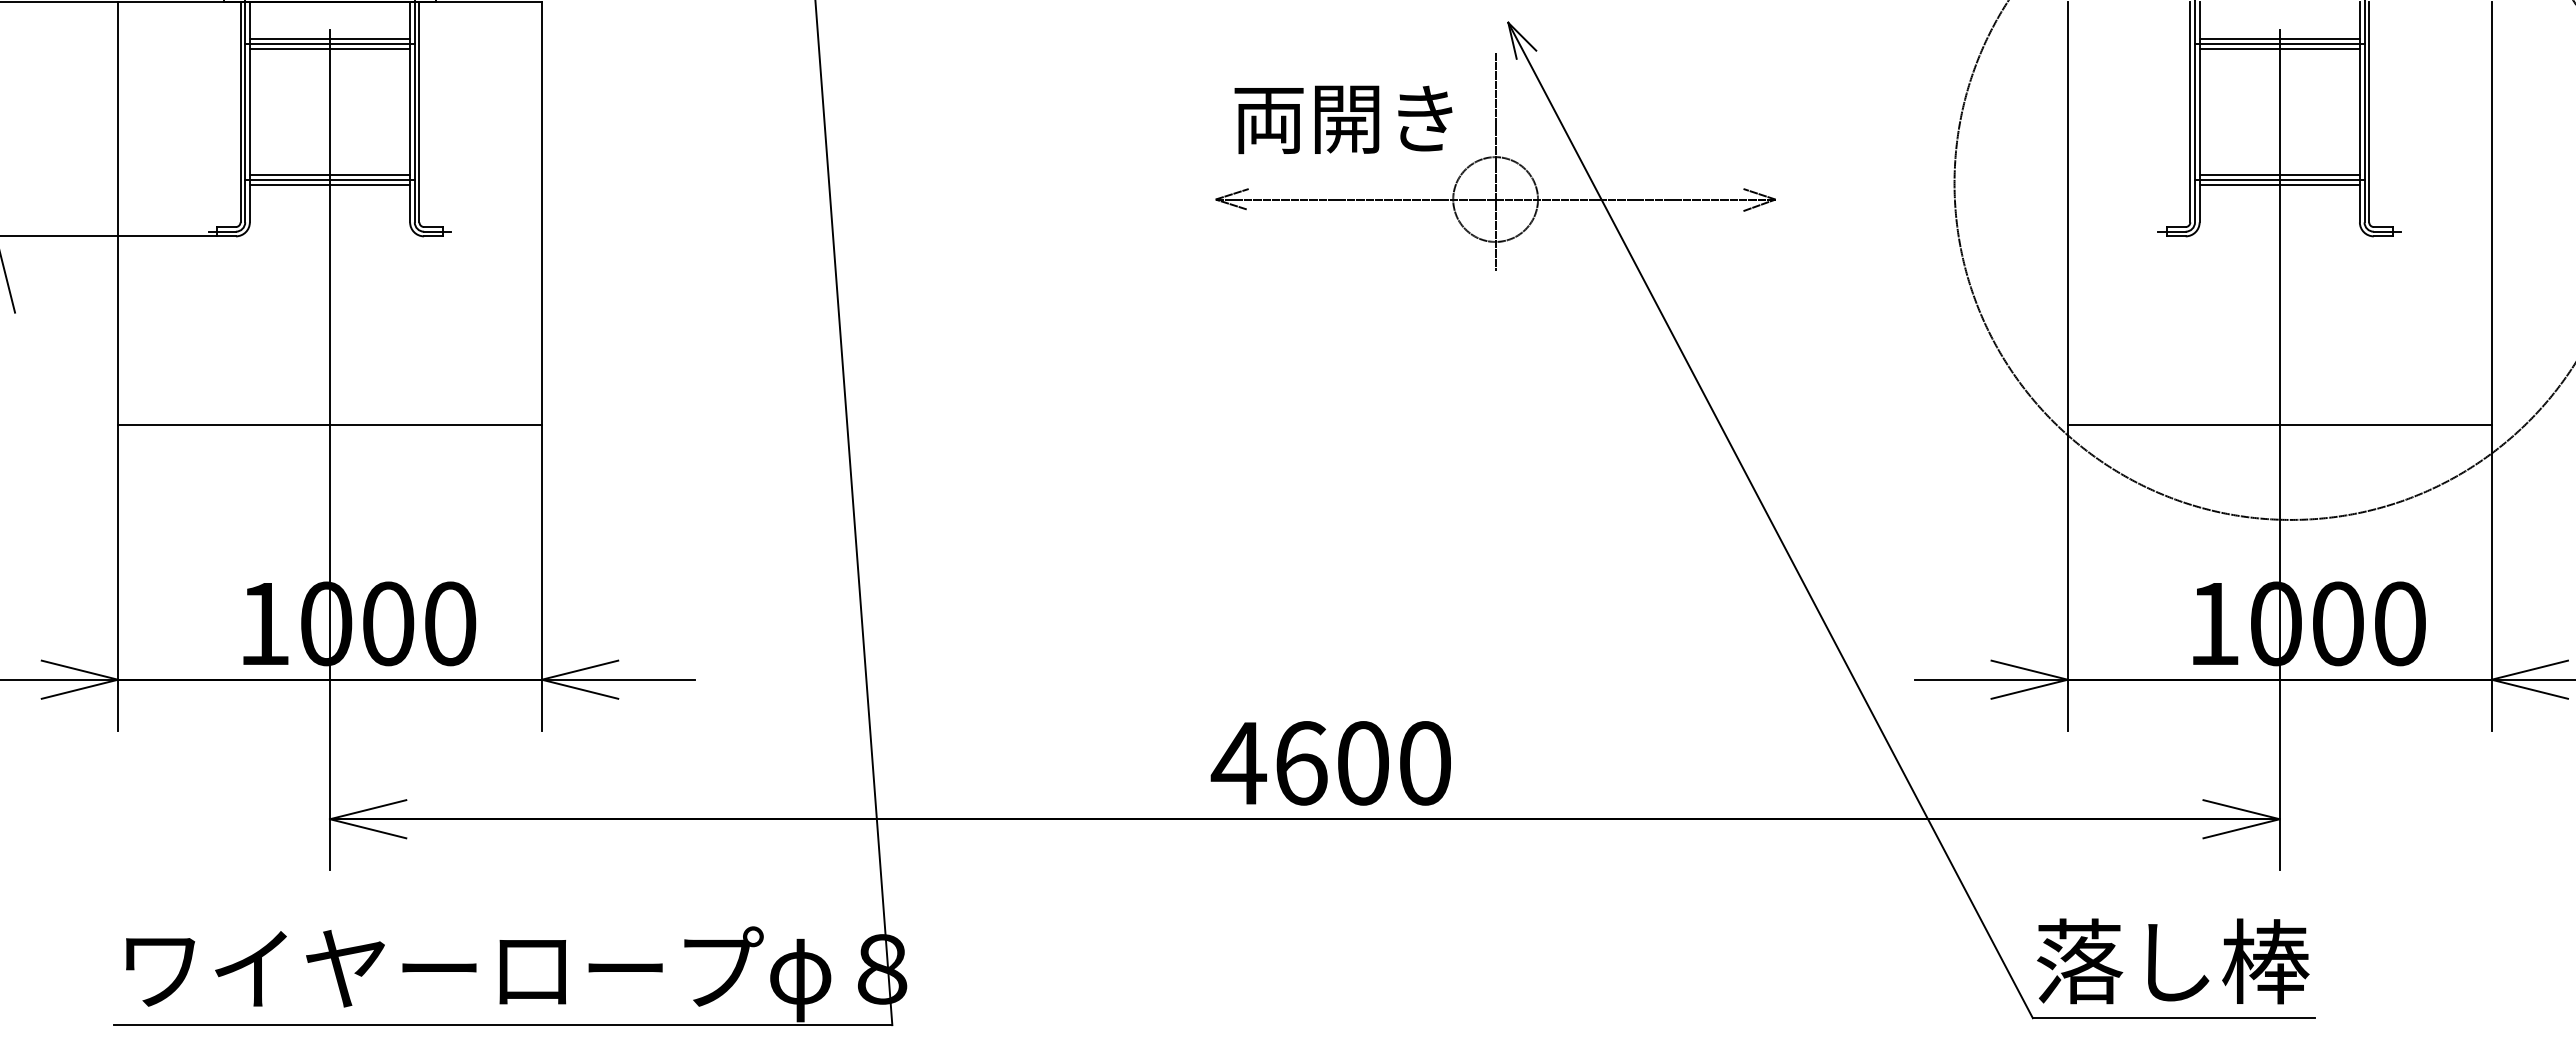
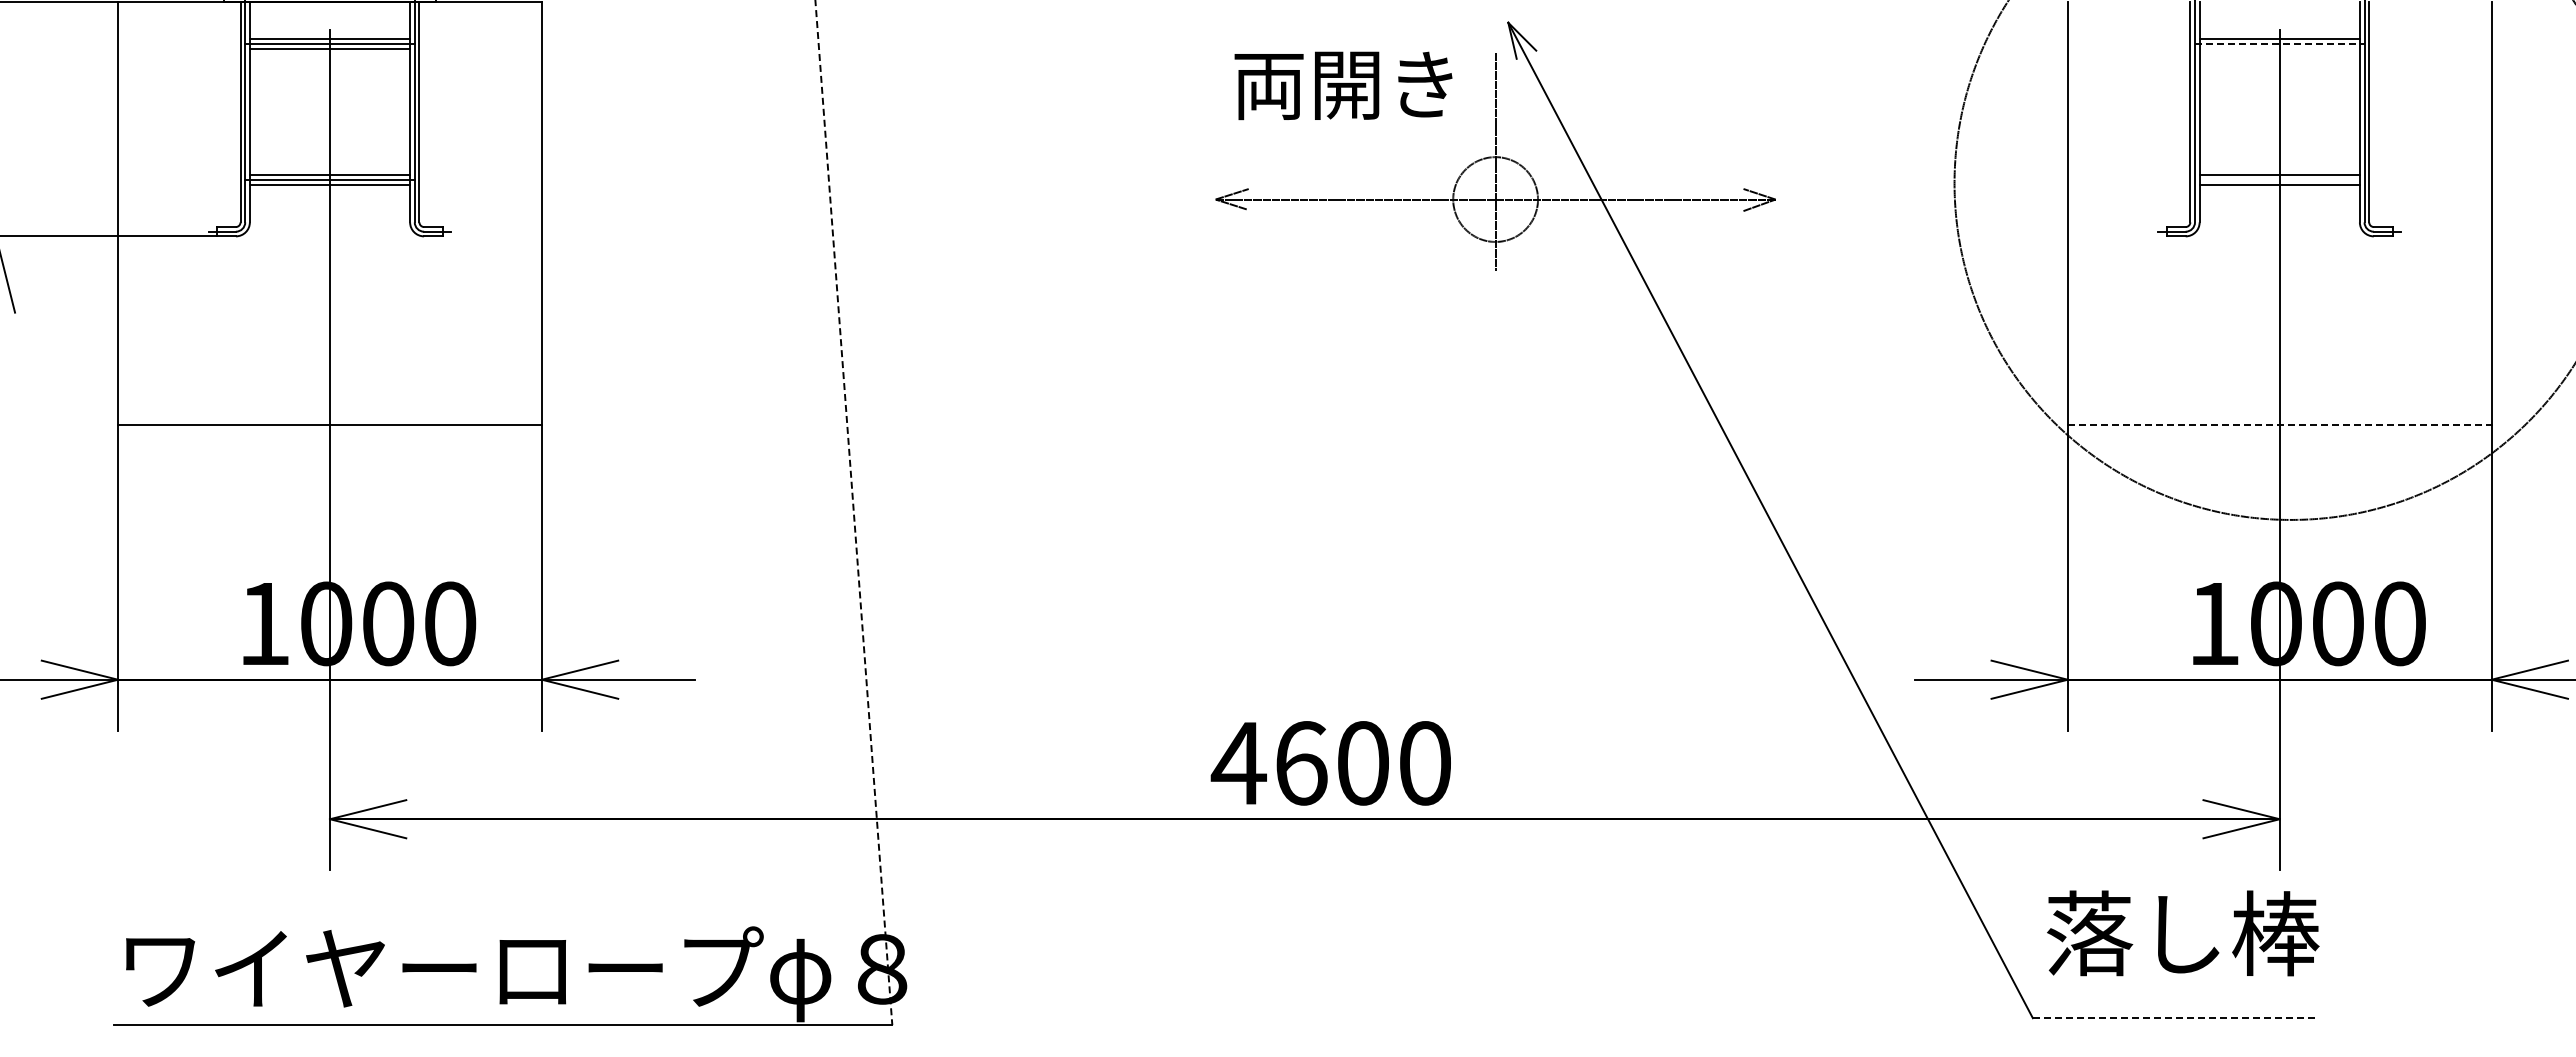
line at (2279, 43): solid -> dashed
line at (2279, 48): present -> none
text at (1343, 119) position: (1343, 119) -> (1343, 85)
line at (2279, 180): present -> none
line at (2279, 425): solid -> dashed
line at (853, 512): solid -> dashed
text at (2173, 961) position: (2173, 961) -> (2183, 933)
line at (2173, 1018): solid -> dashed
